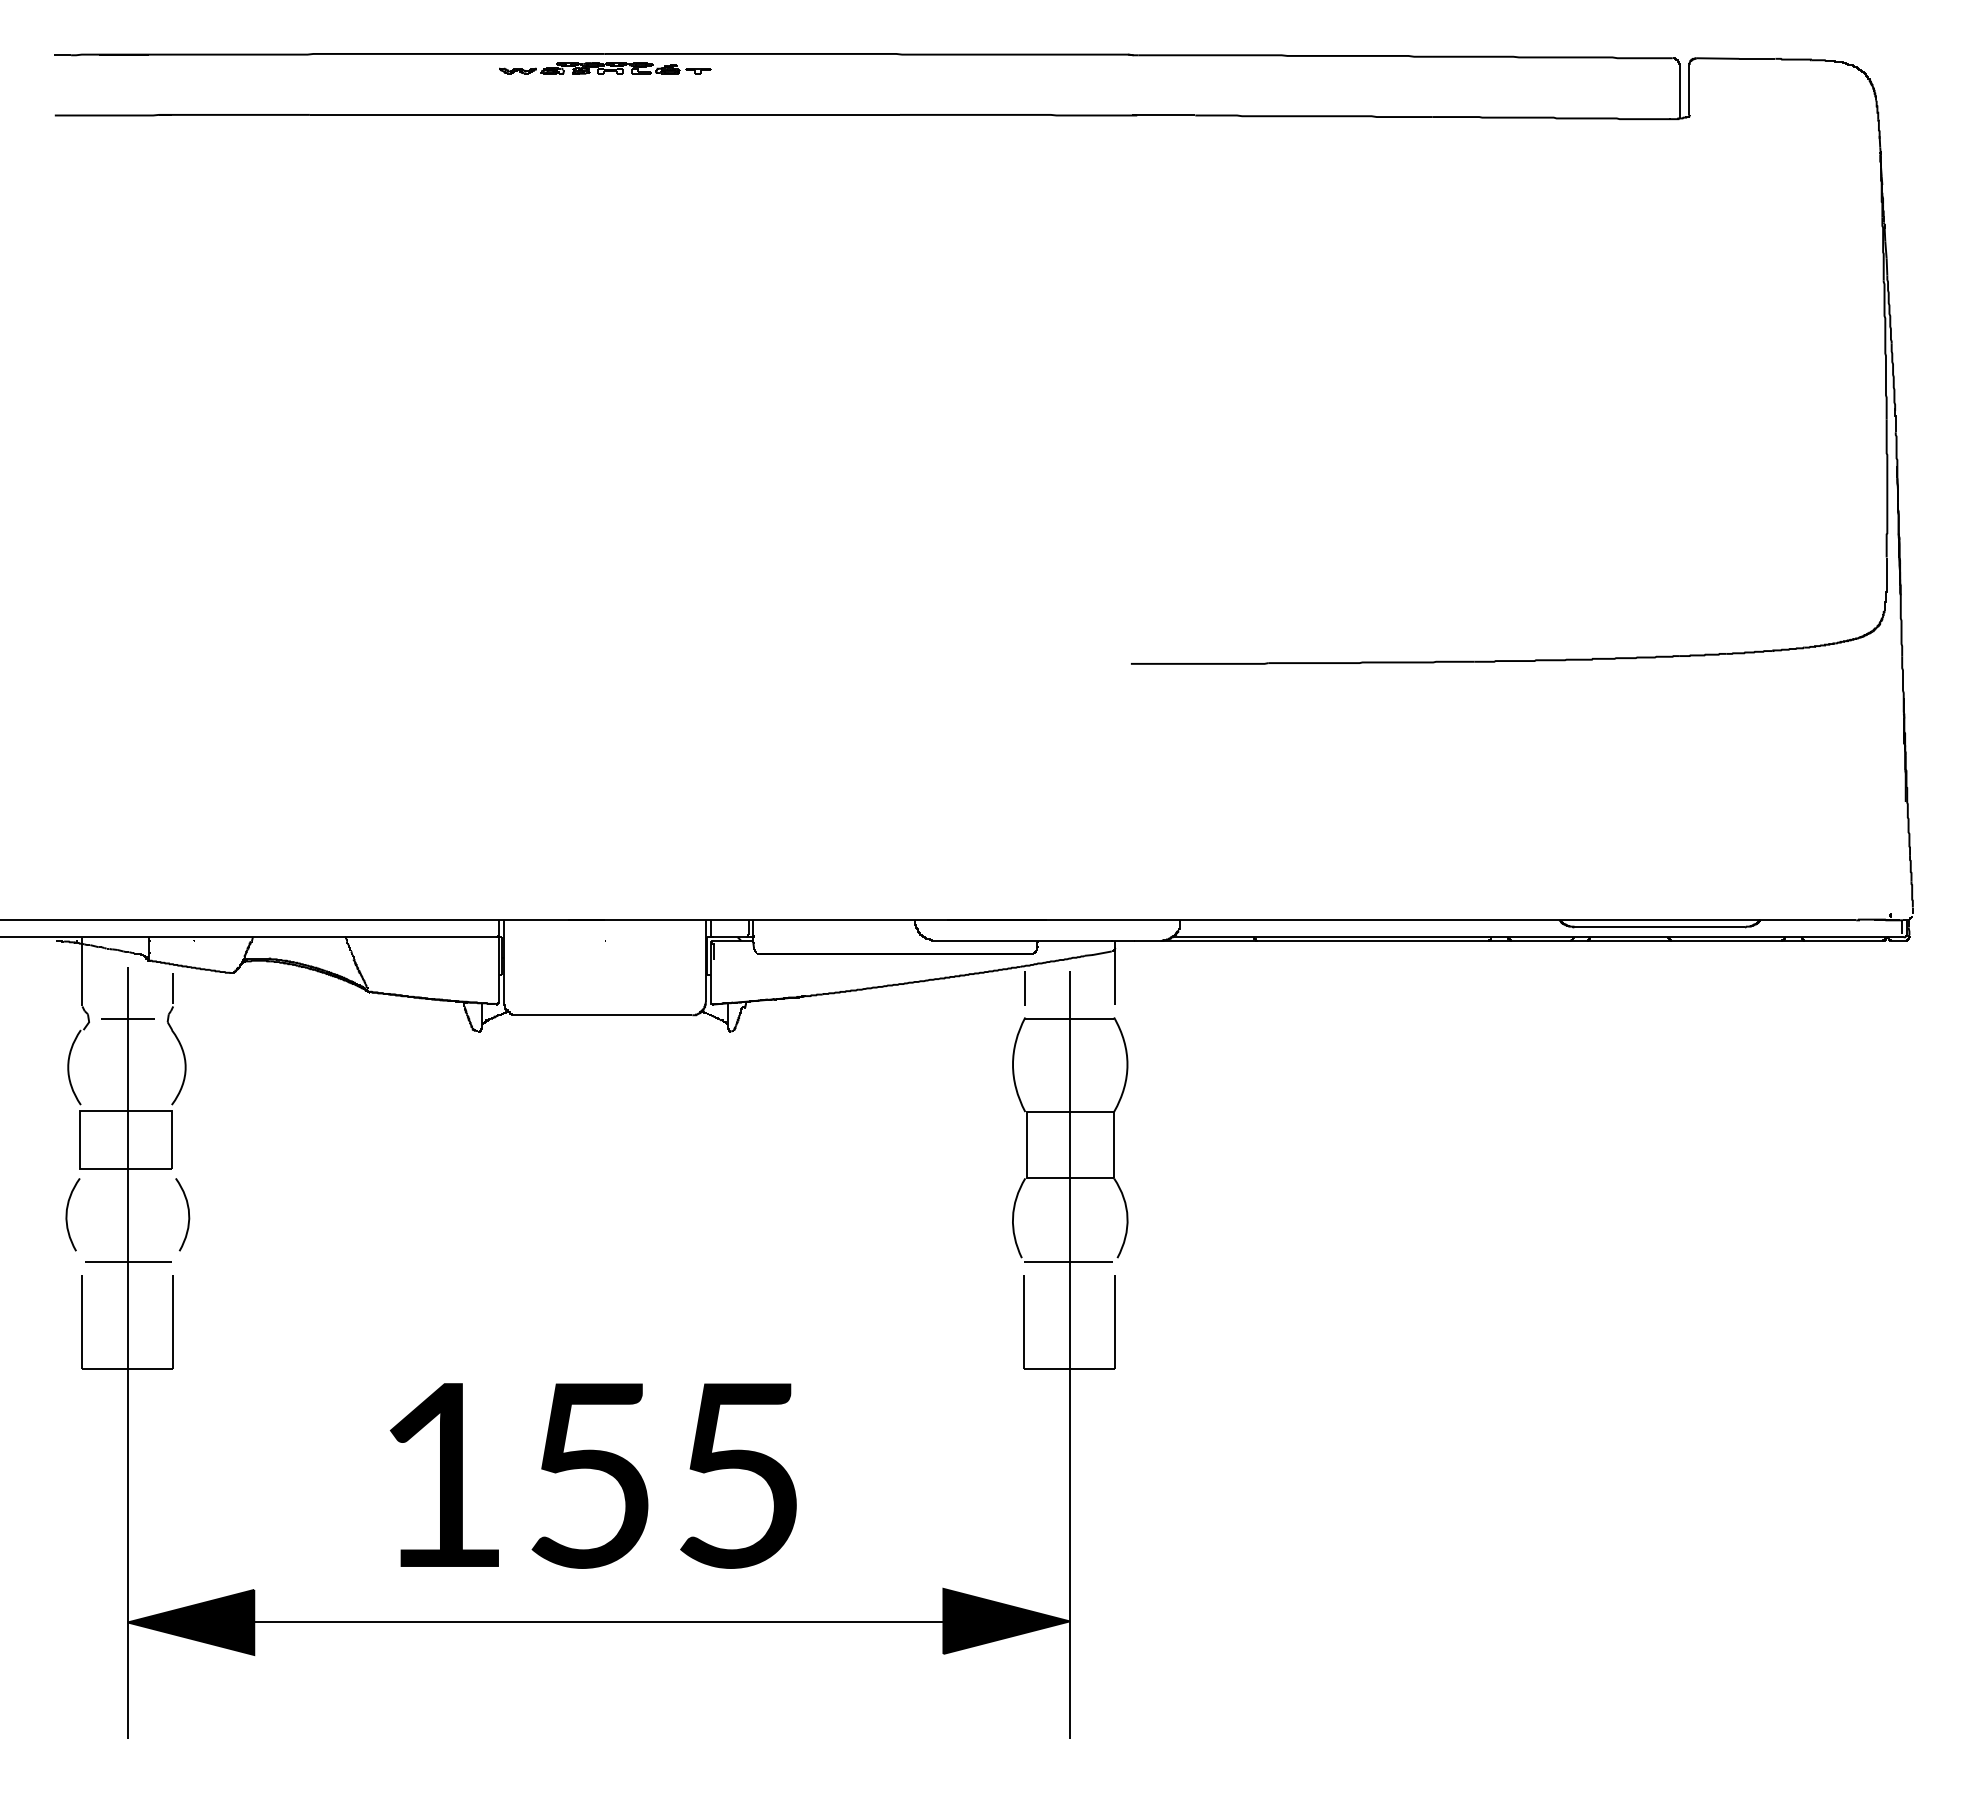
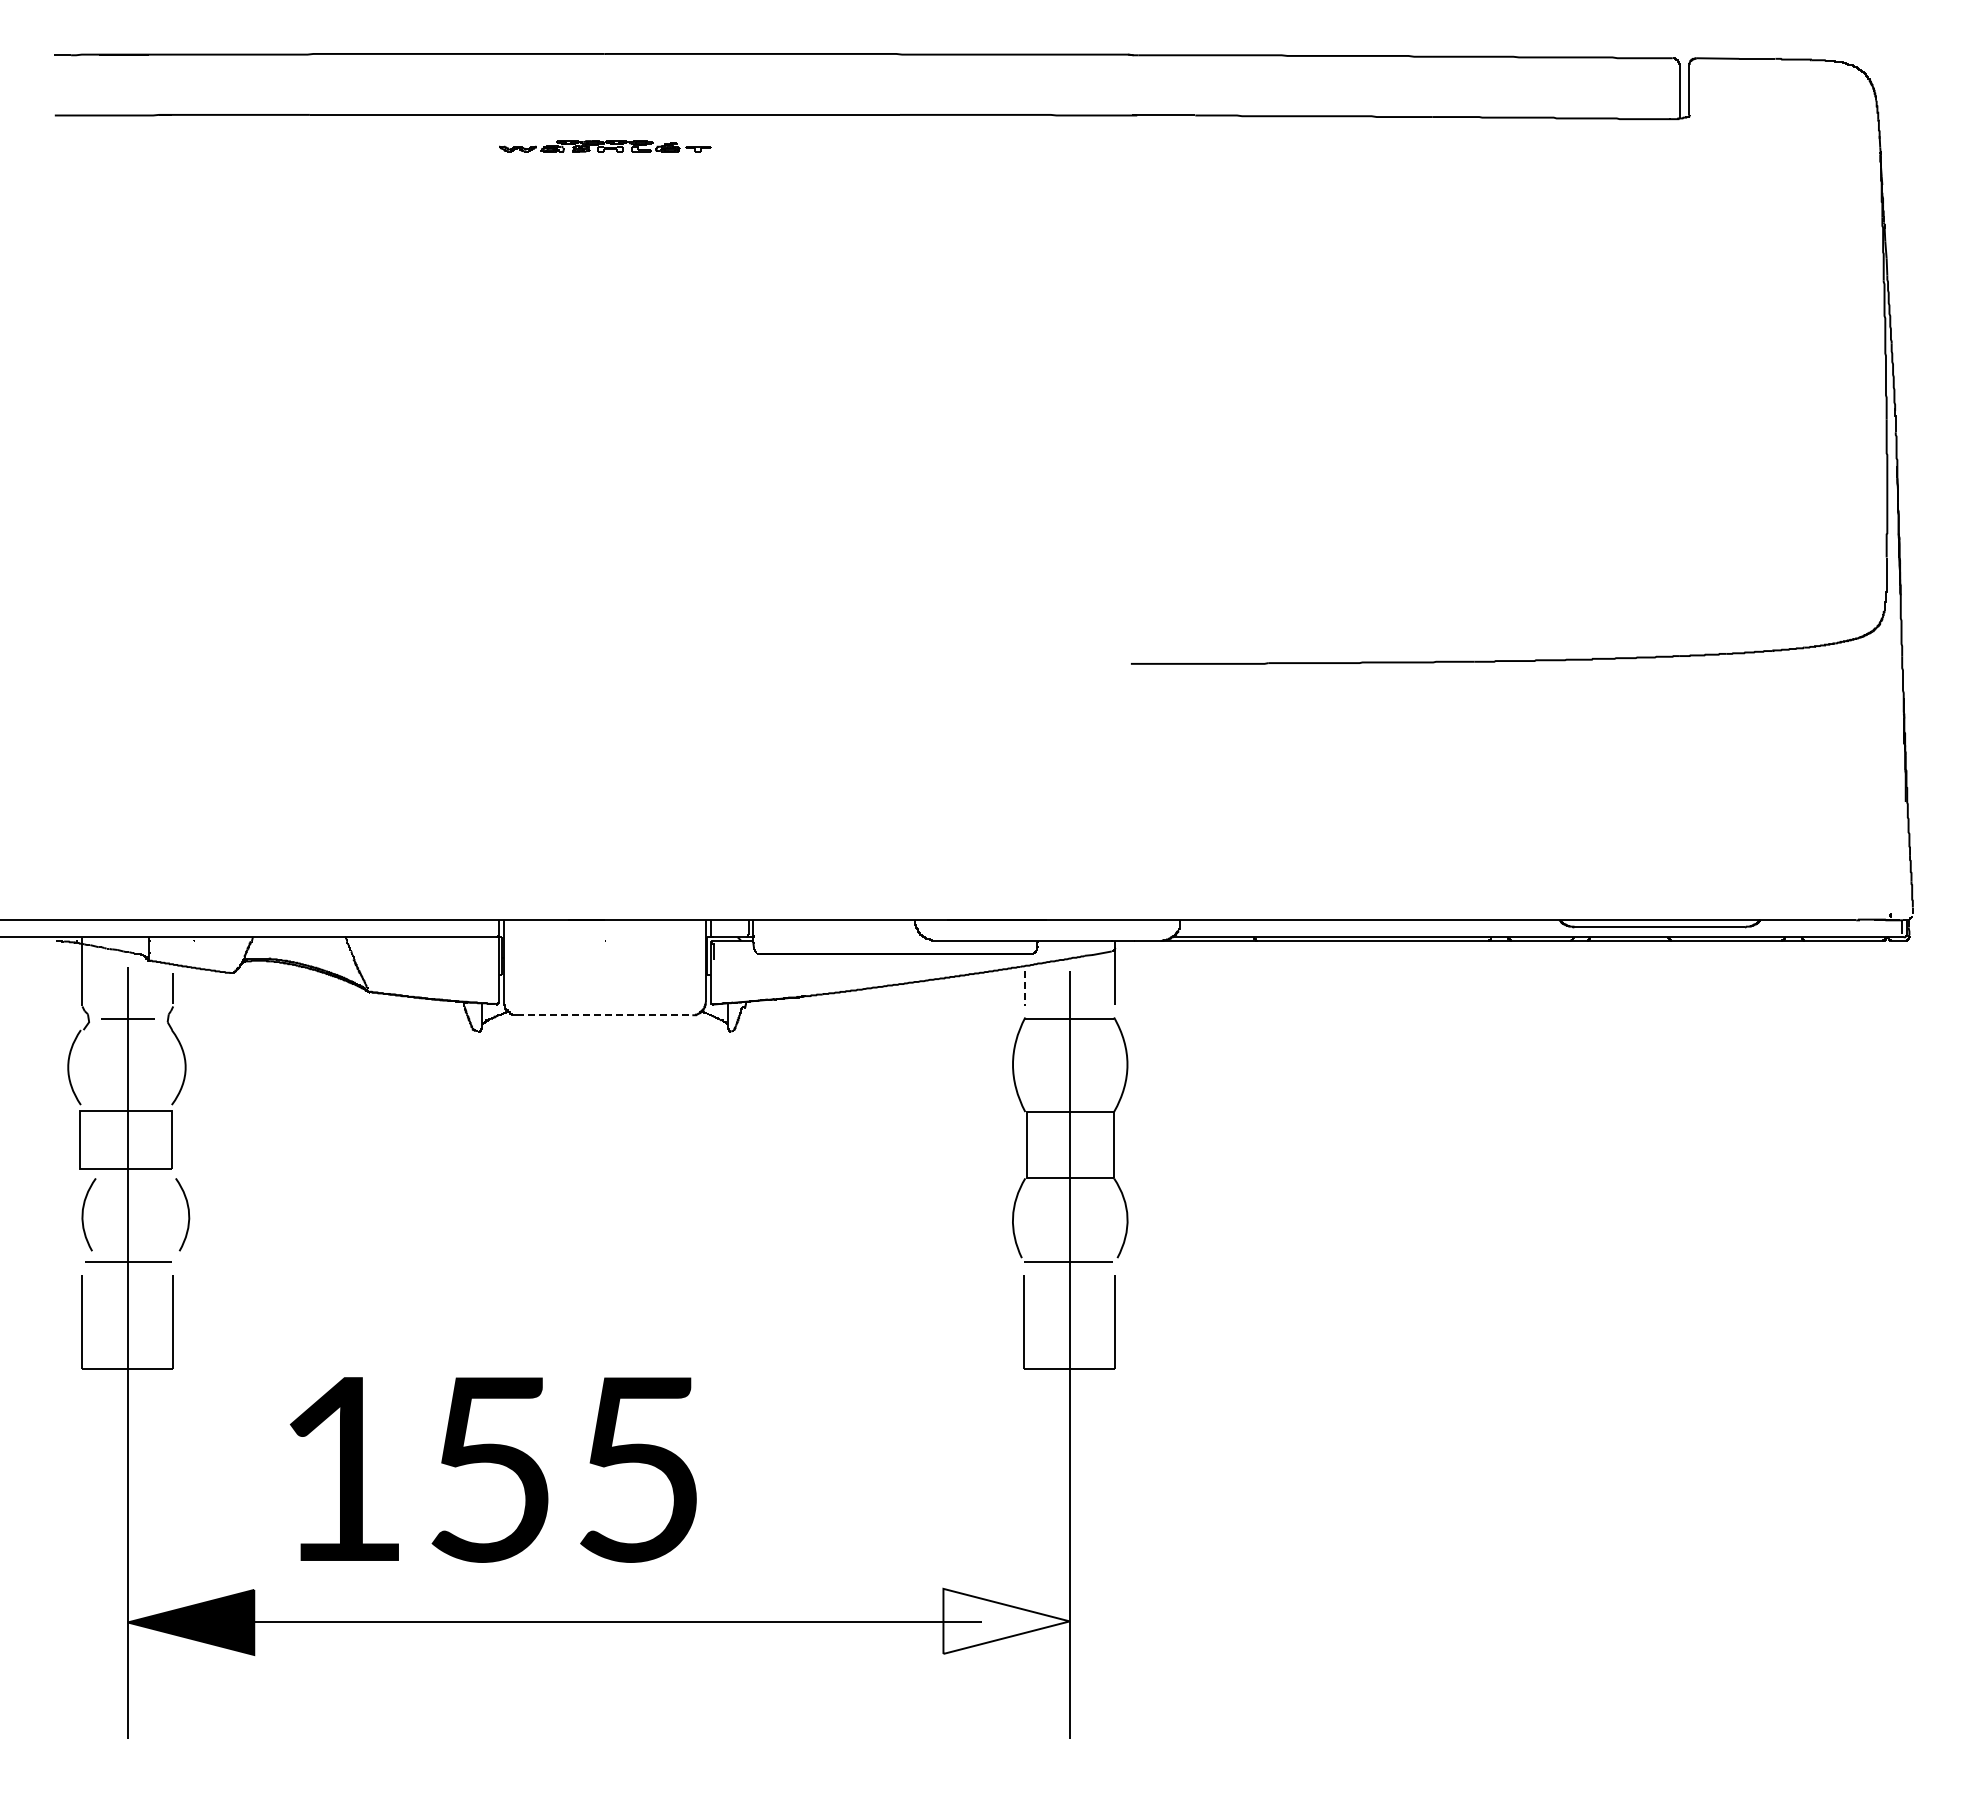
part at (605, 68) position: (605, 68) -> (605, 146)
line at (1025, 988): solid -> dashed
line at (605, 1015): solid -> dashed
curve at (67, 1214) position: (67, 1214) -> (83, 1214)
text at (593, 1475) position: (593, 1475) -> (493, 1469)
fill at (1006, 1620): present -> none
